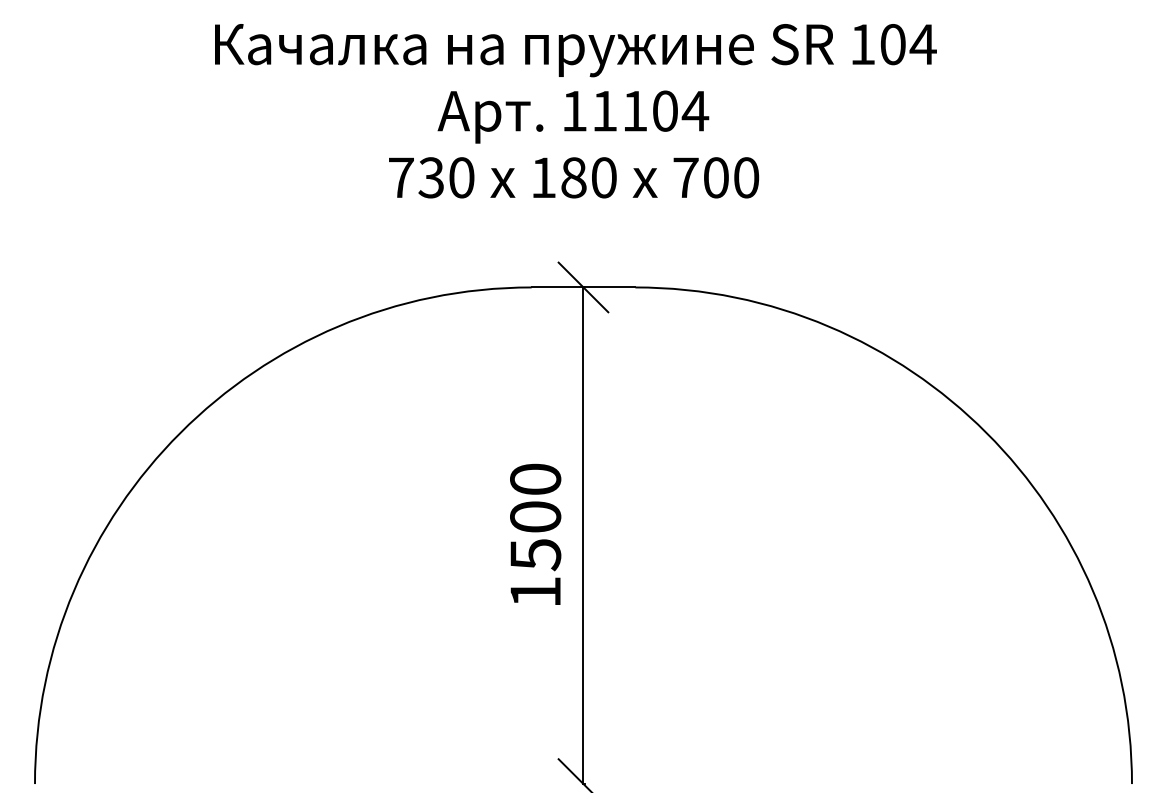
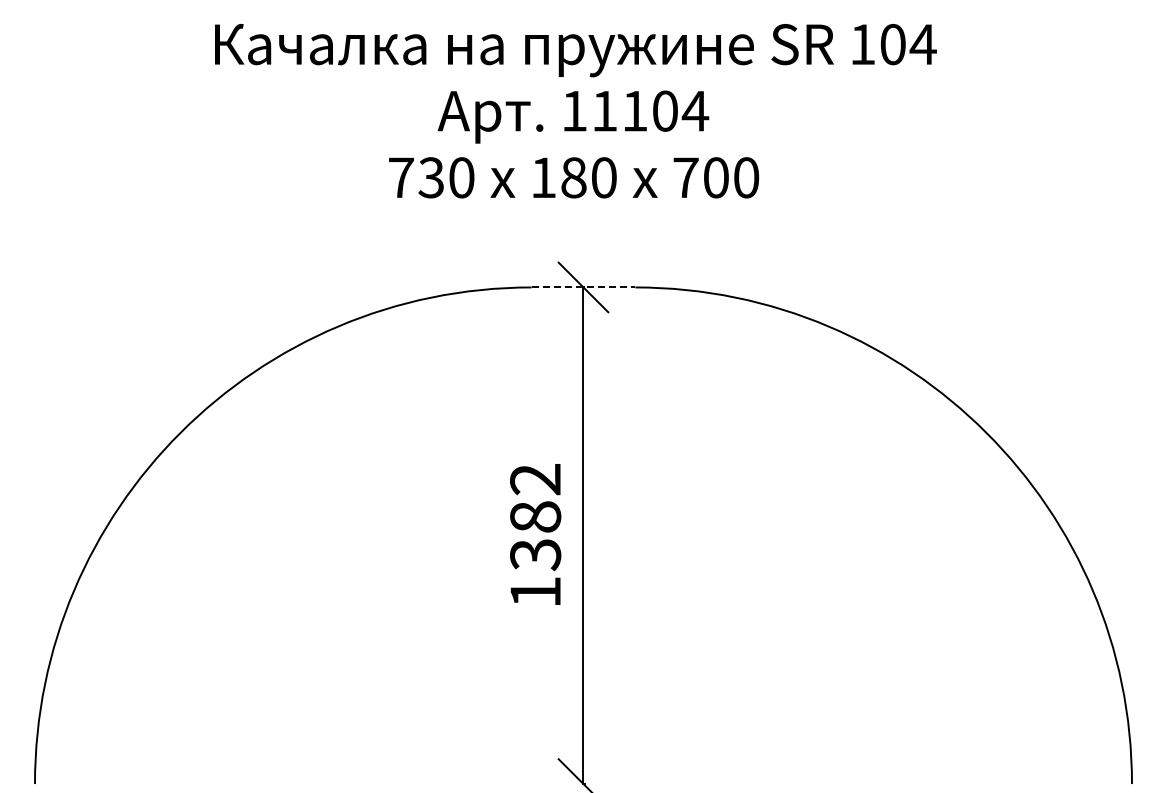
line at (583, 287): solid -> dashed
text at (535, 516): 1500 -> 1382
